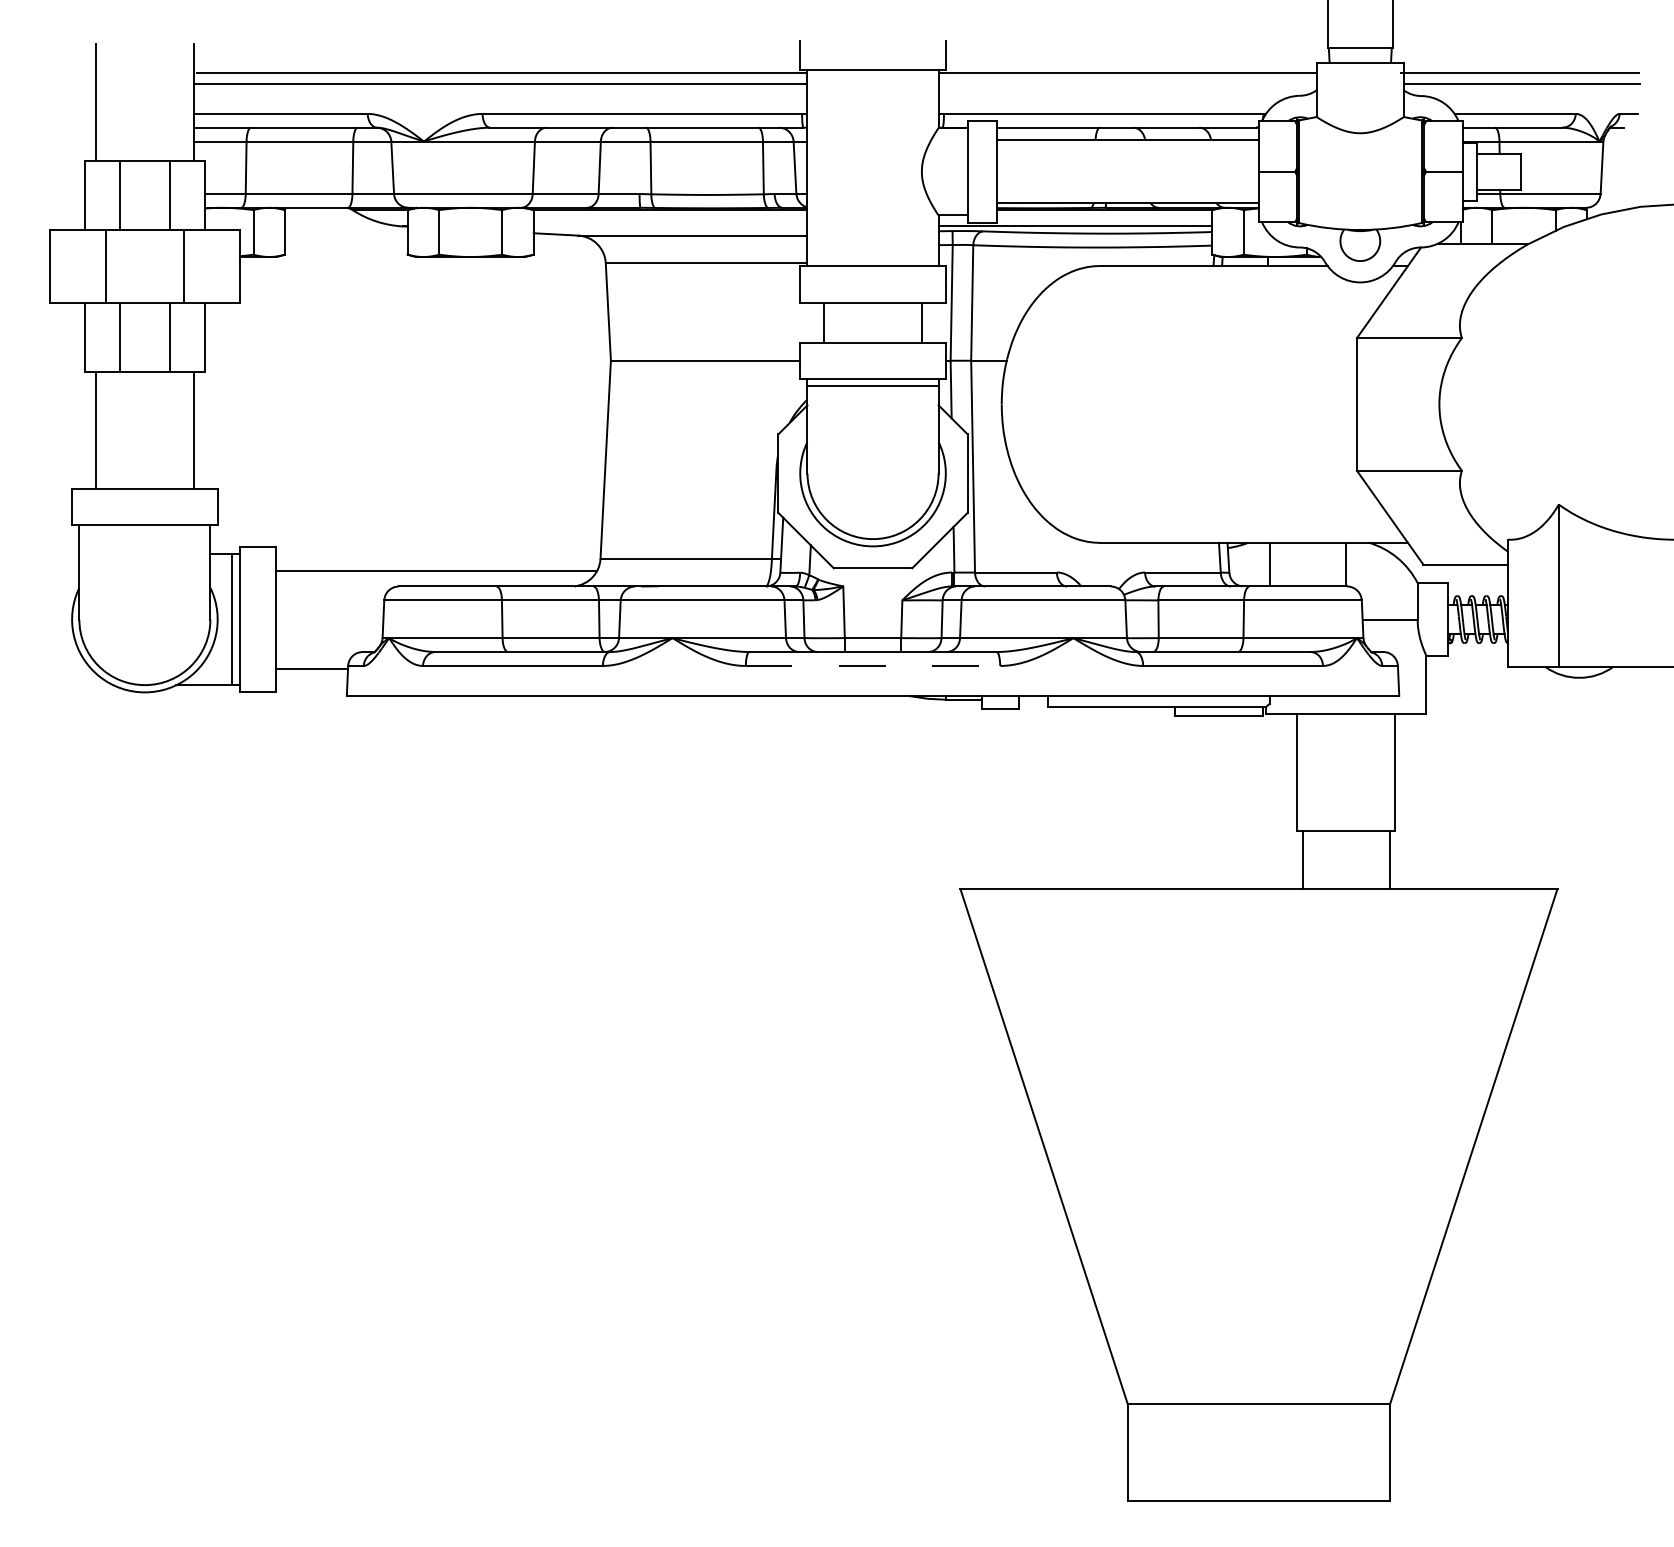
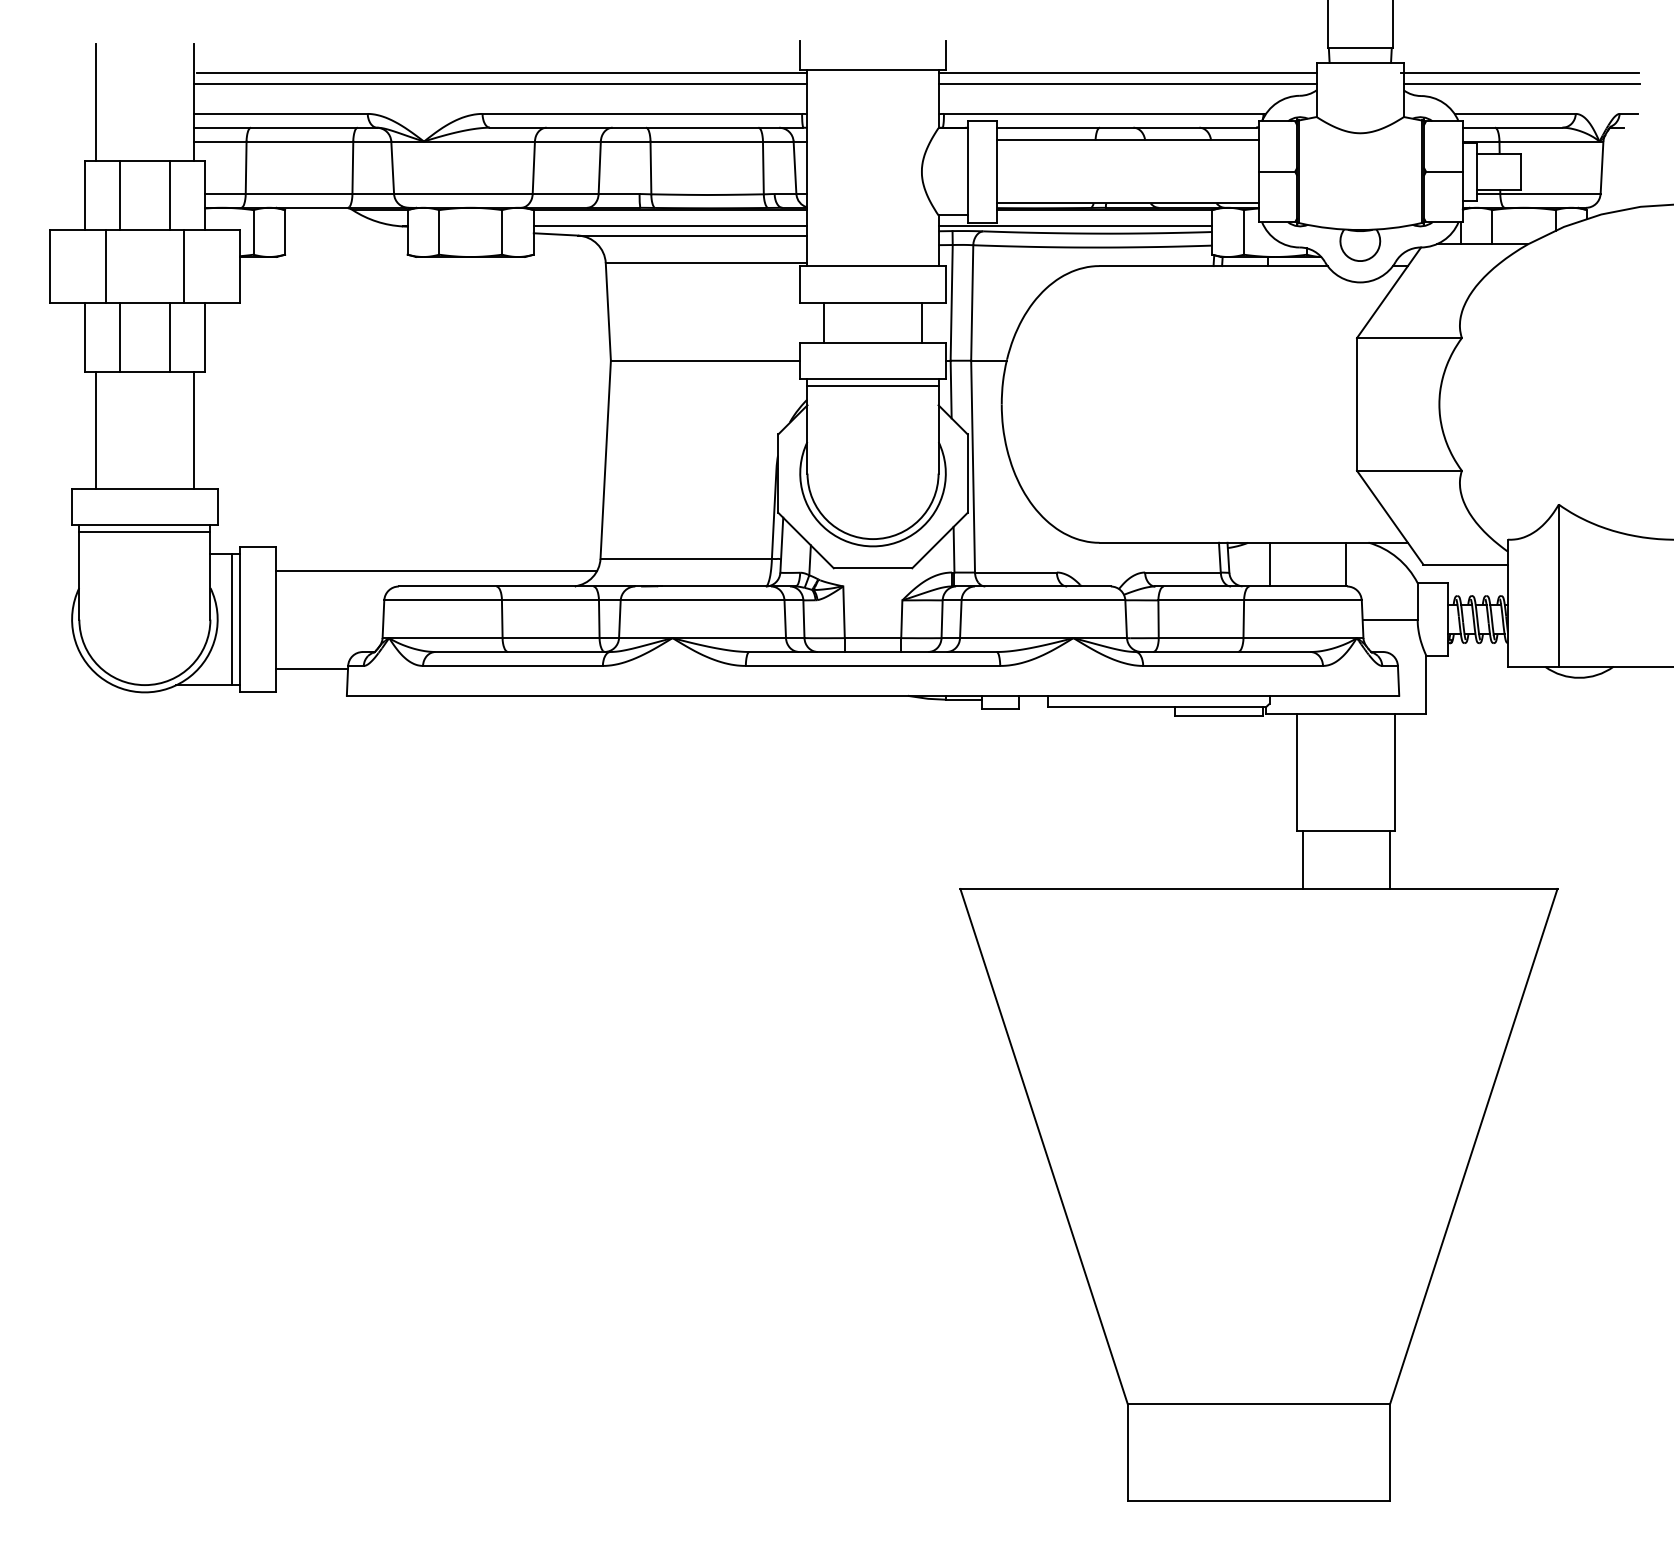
line at (1127, 84): none -> present
line at (670, 226): none -> present
line at (144, 532): none -> present
line at (873, 665): dashed -> solid
